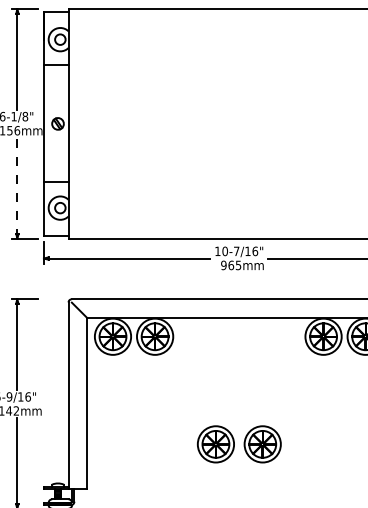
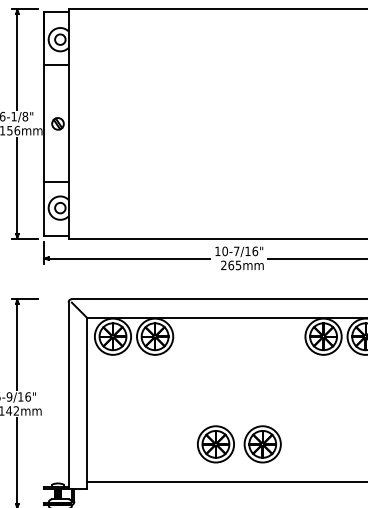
line at (17, 188): dashed -> solid
text at (223, 265): 965mm -> 265mm
line at (225, 481): none -> present
